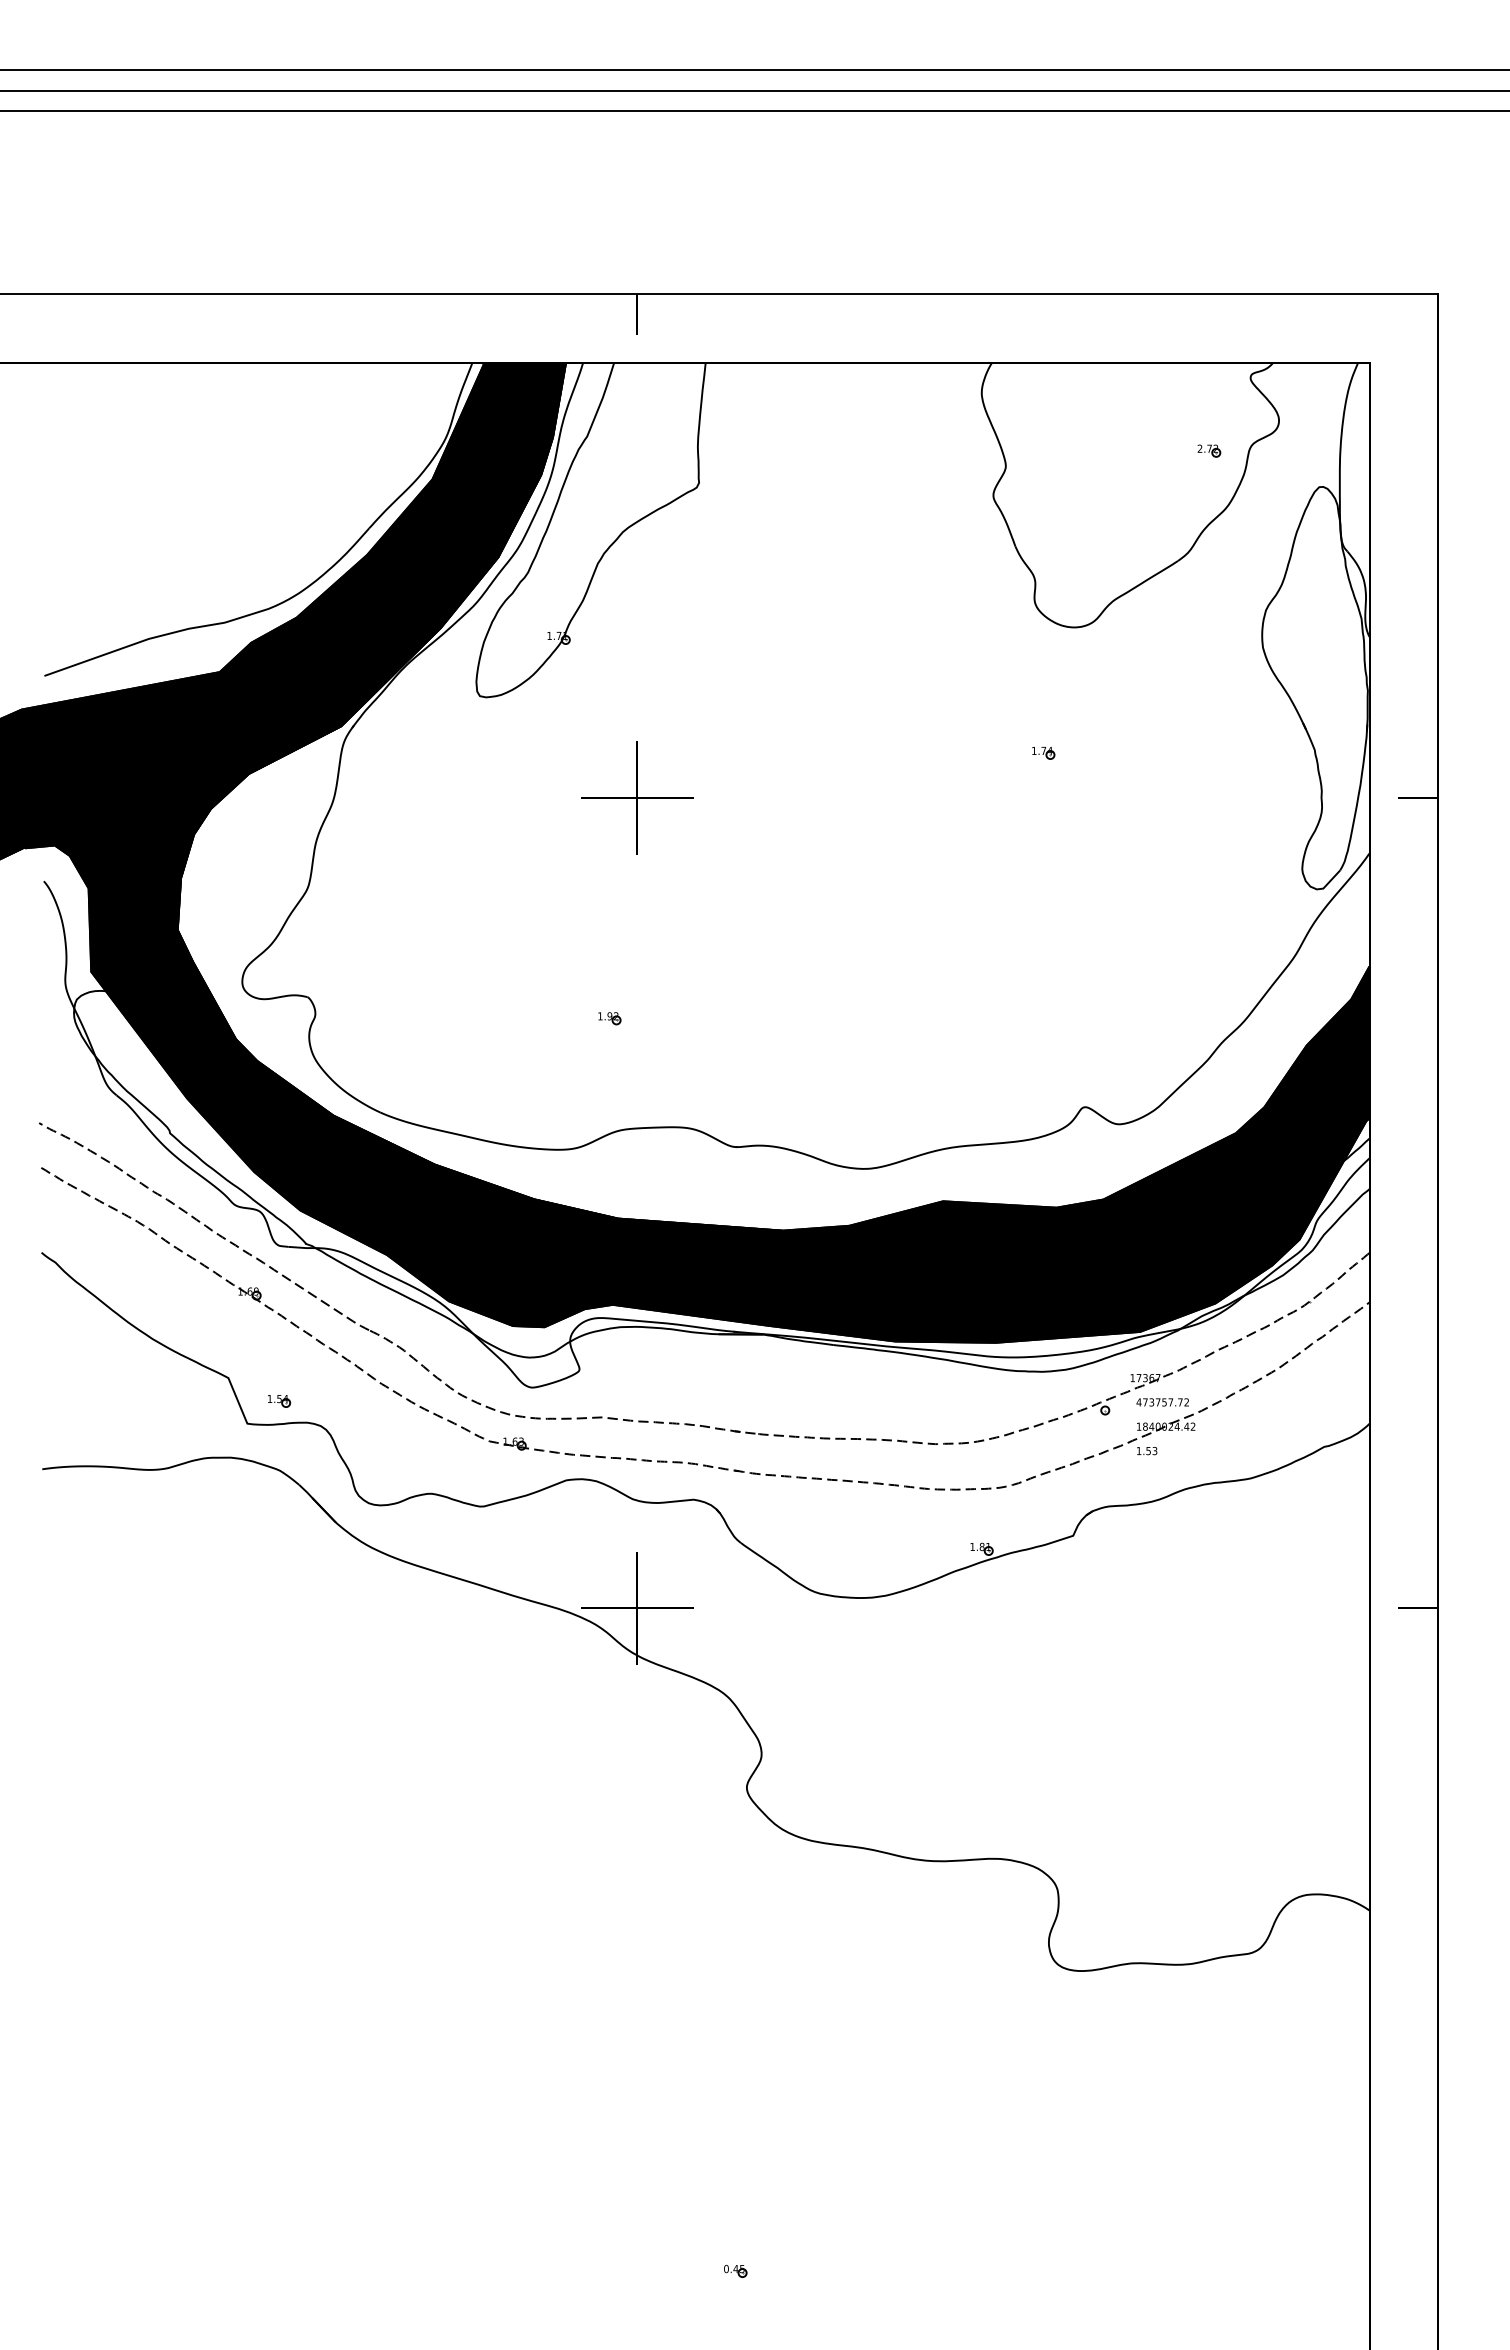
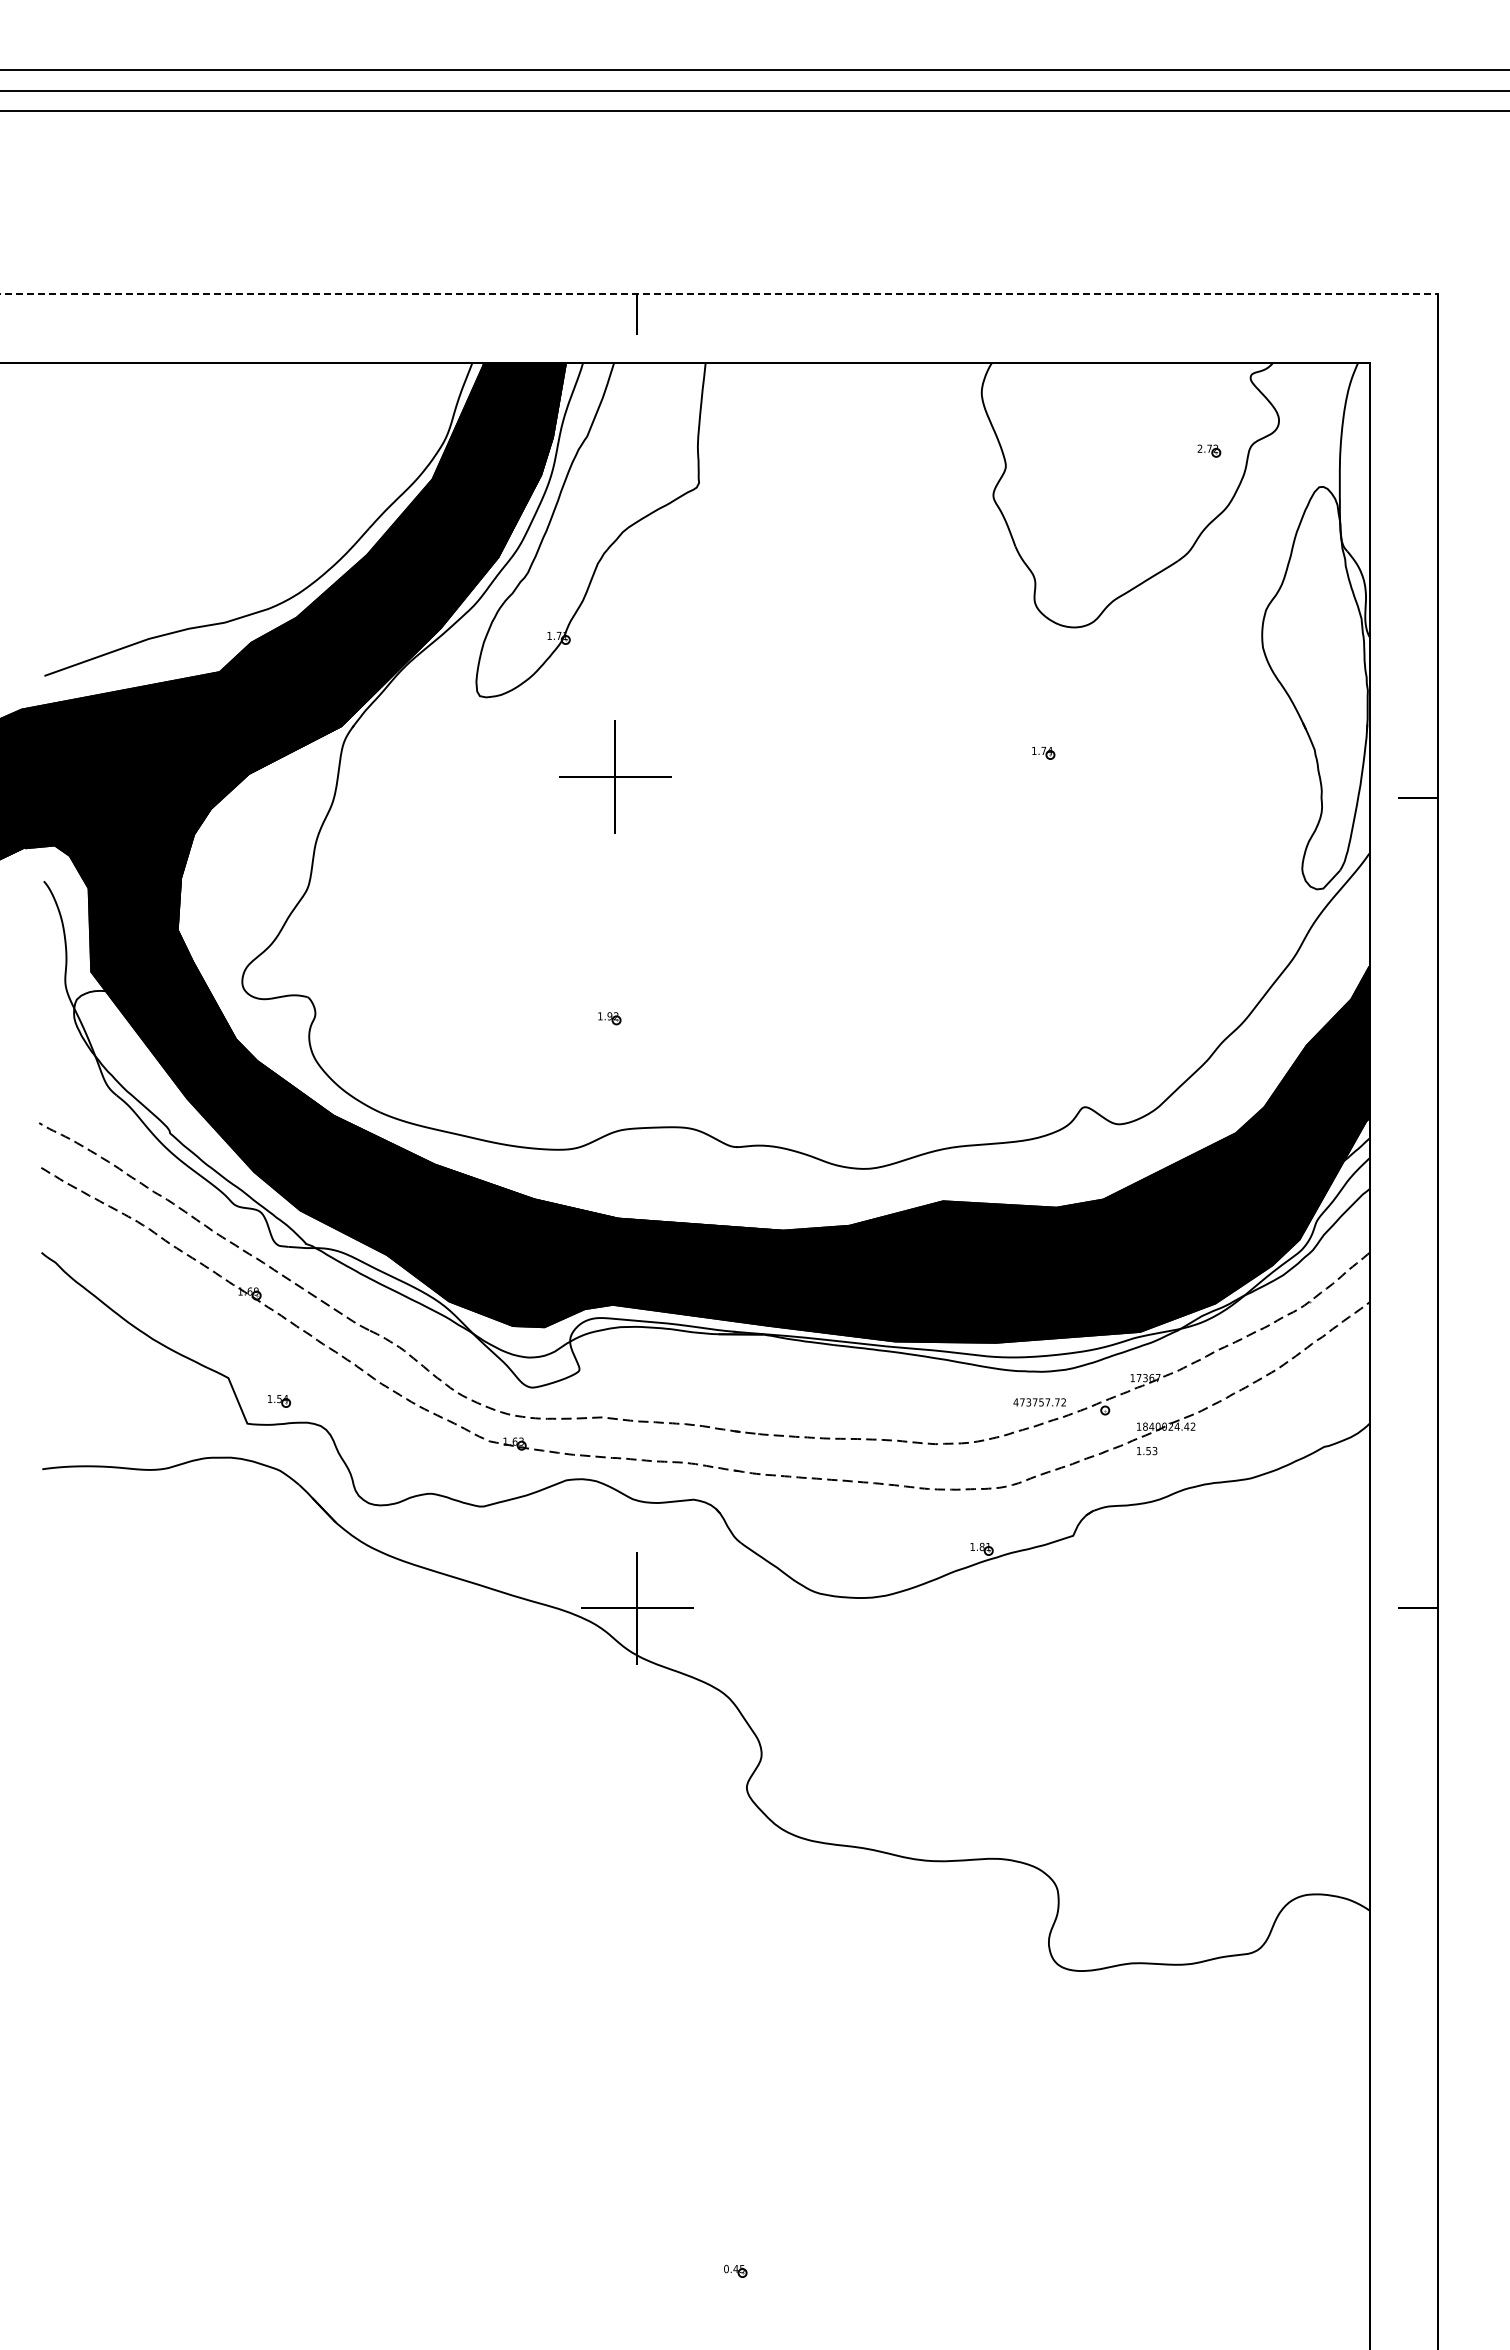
line at (720, 294): solid -> dashed
part at (637, 797) position: (637, 797) -> (615, 776)
text at (1162, 1402) position: (1162, 1402) -> (1039, 1402)
